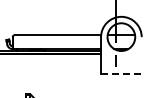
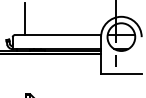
line at (24, 18): none -> present
line at (121, 74): dashed -> solid
